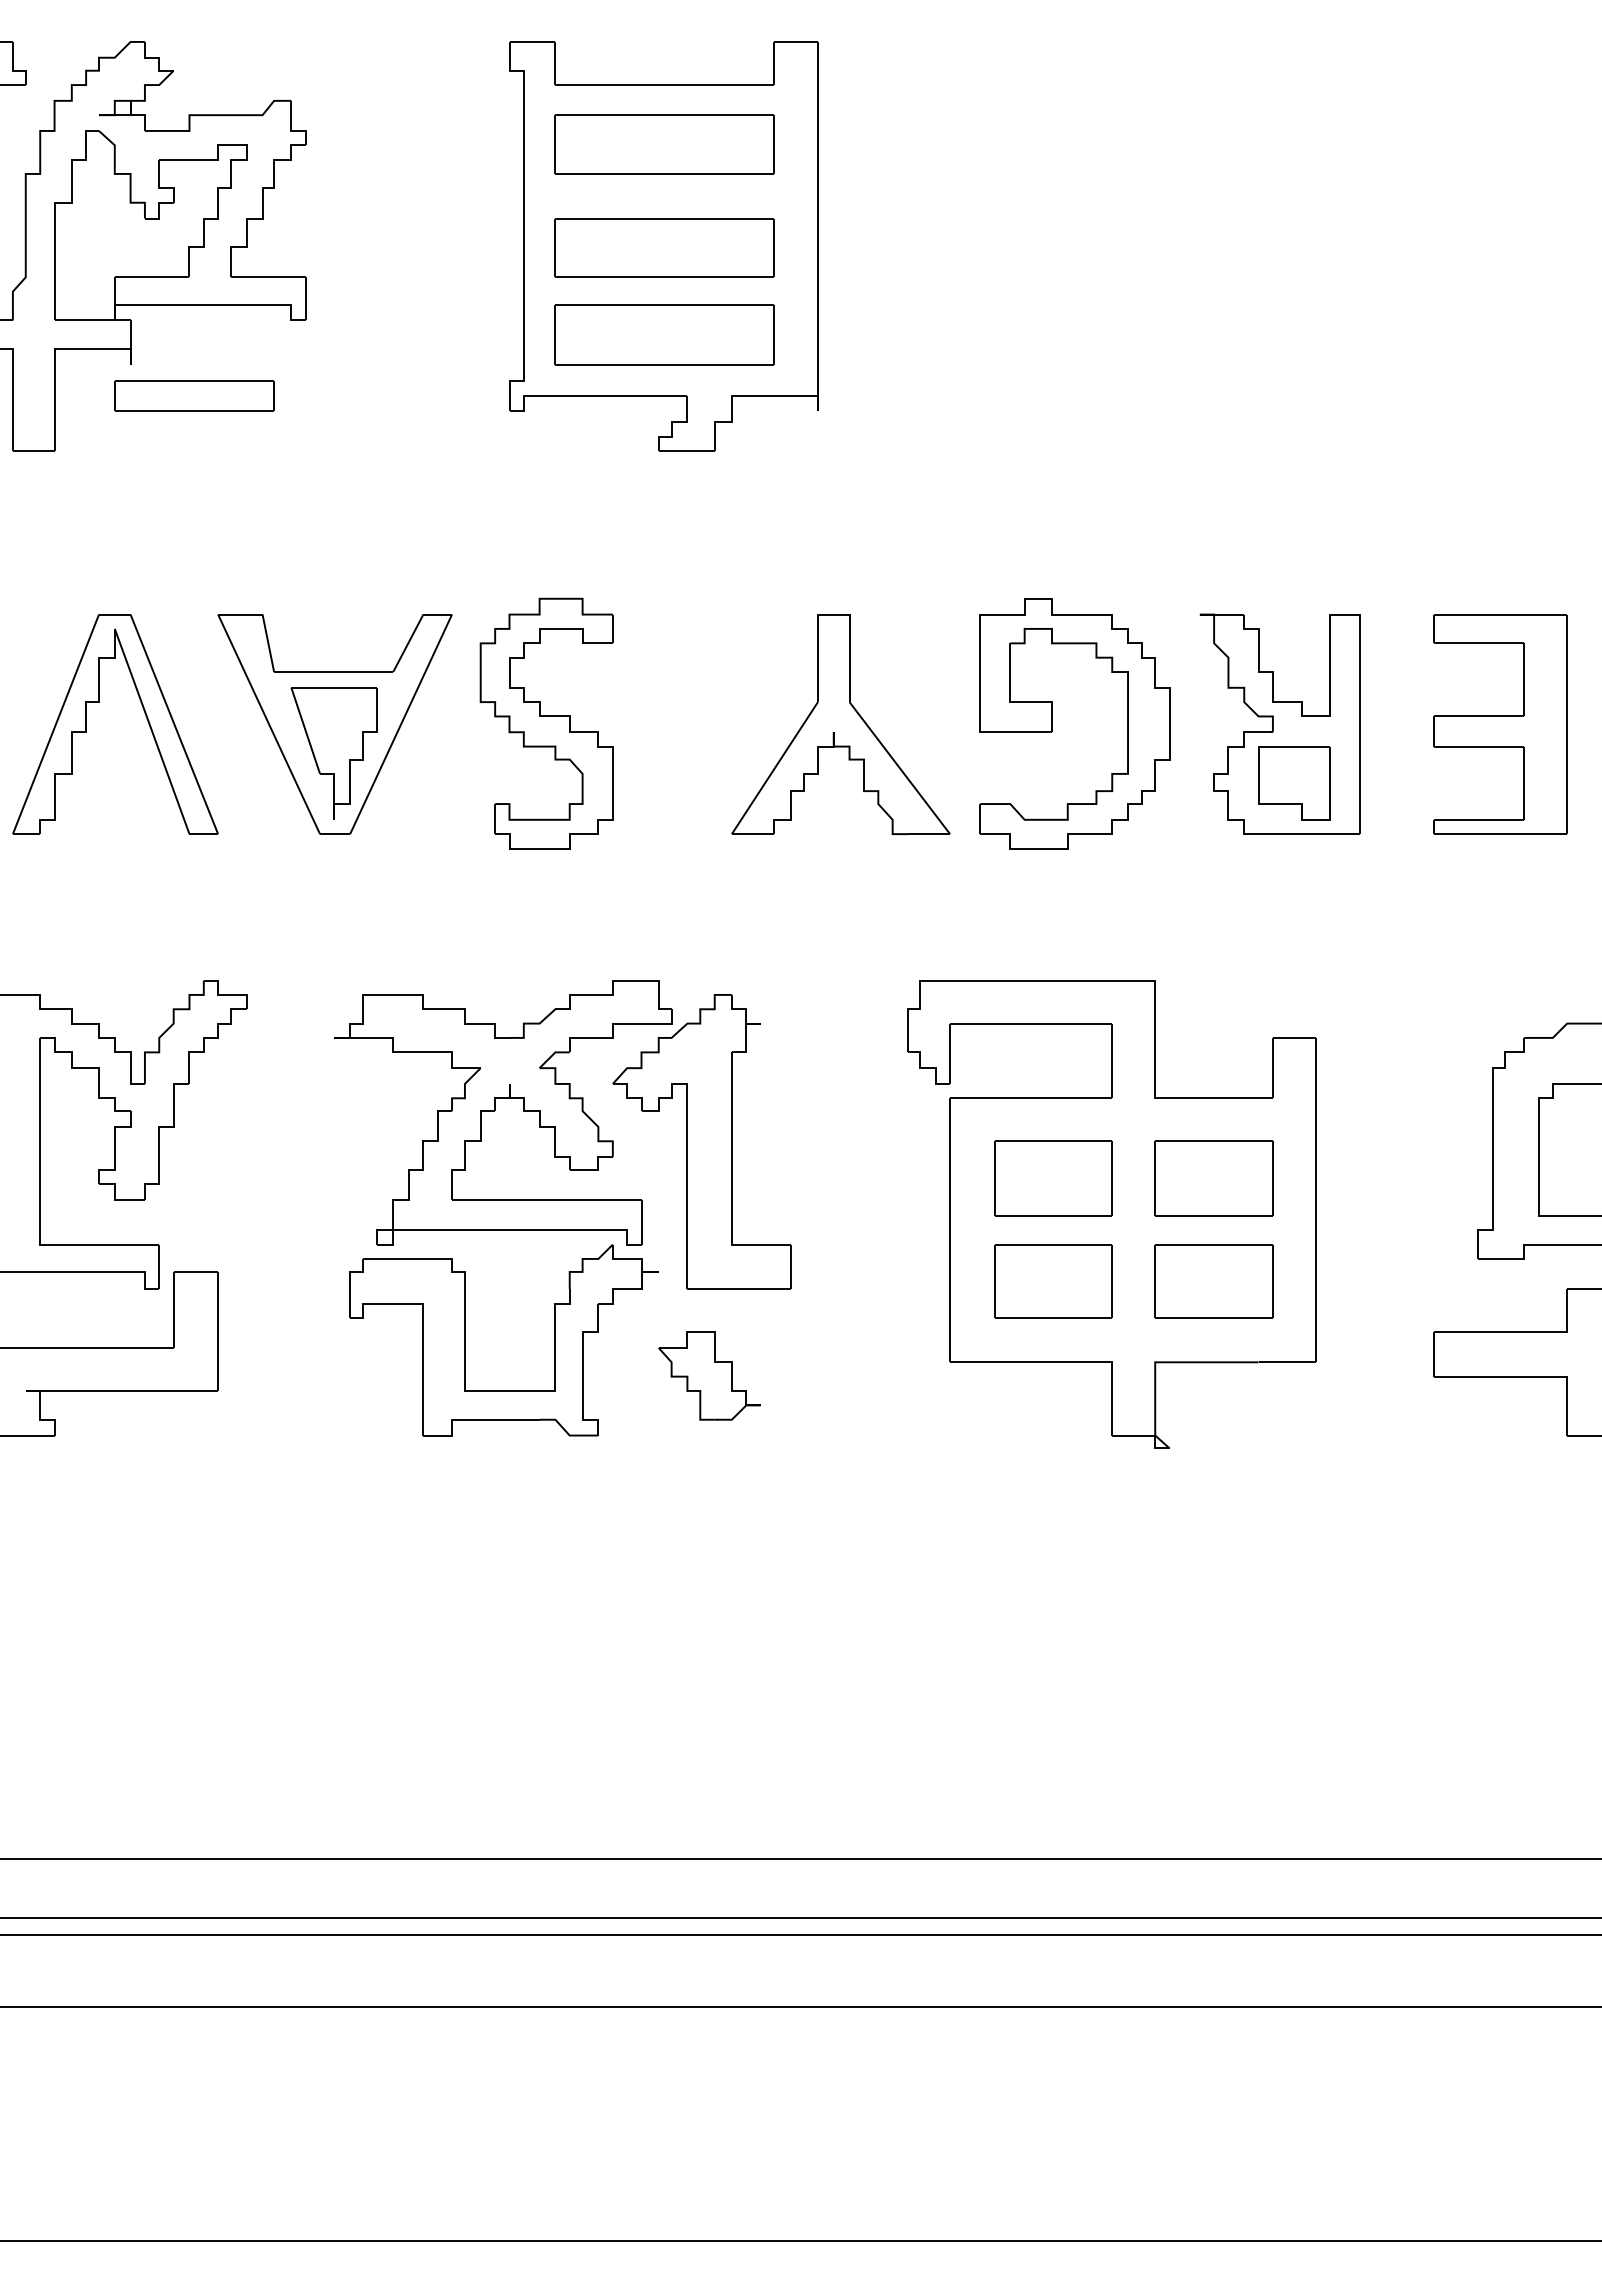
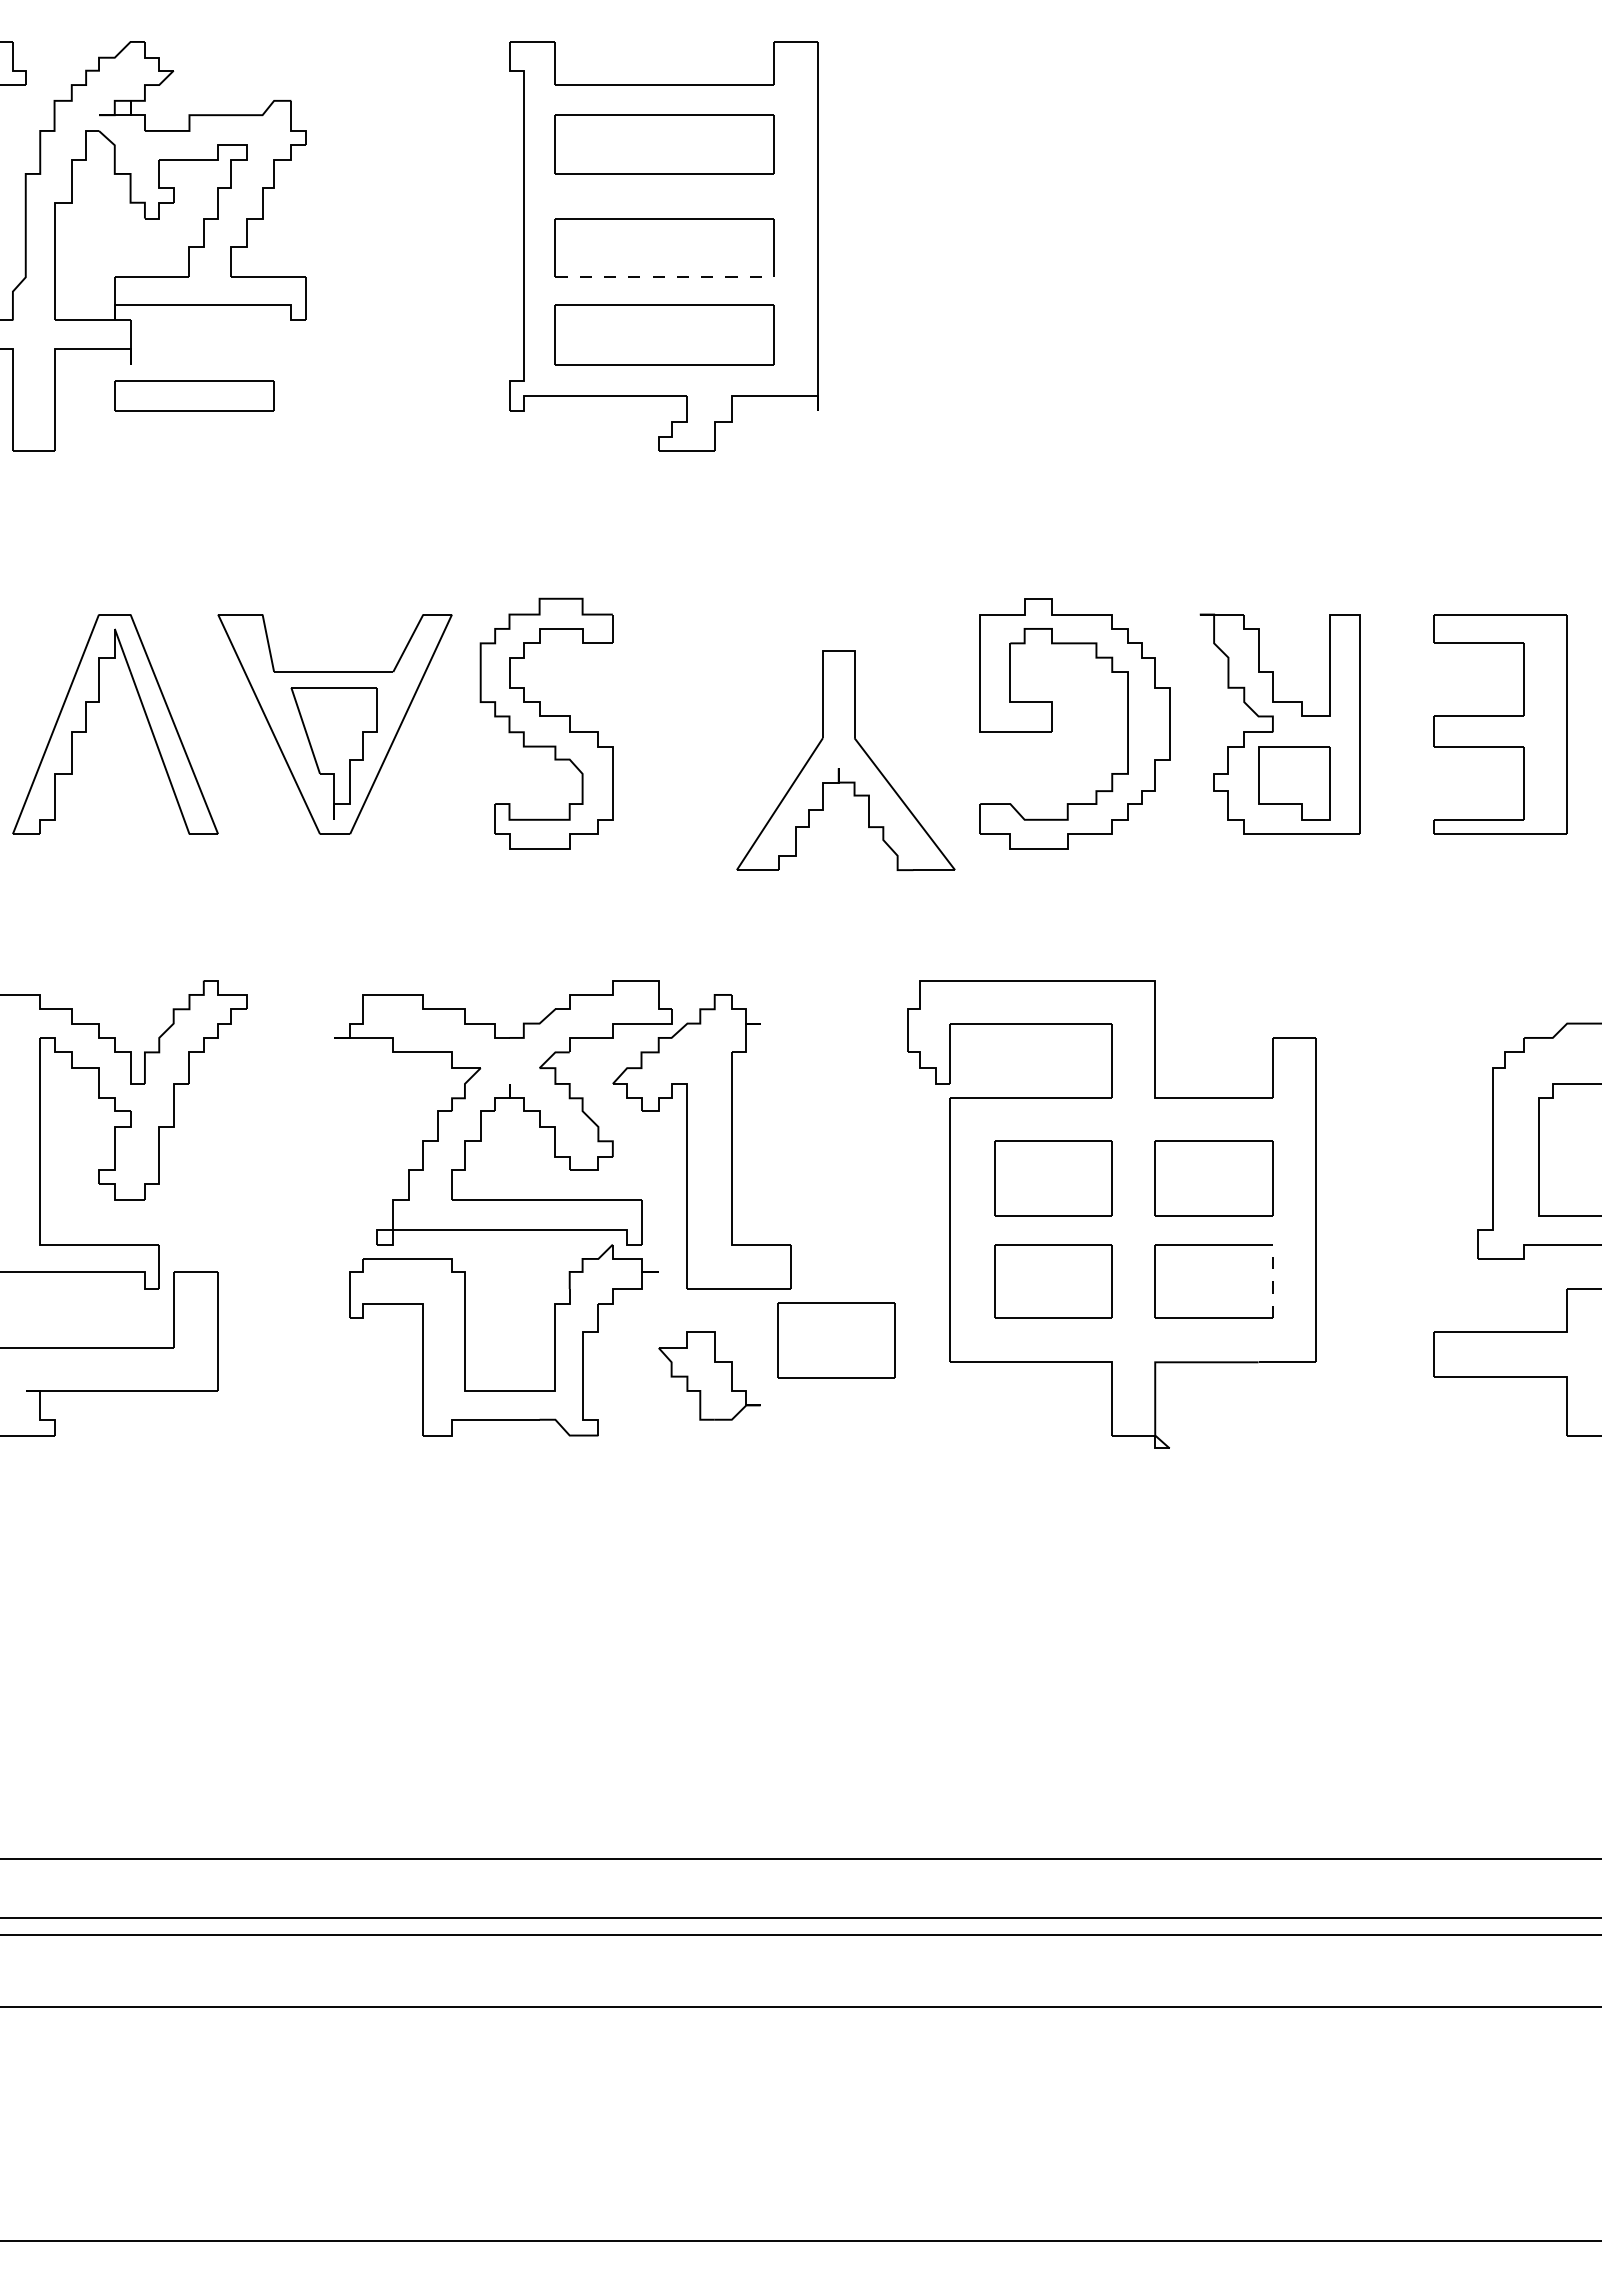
line at (664, 277): solid -> dashed
part at (840, 724) position: (840, 724) -> (845, 760)
line at (1272, 1281): solid -> dashed
part at (836, 1340): none -> present
